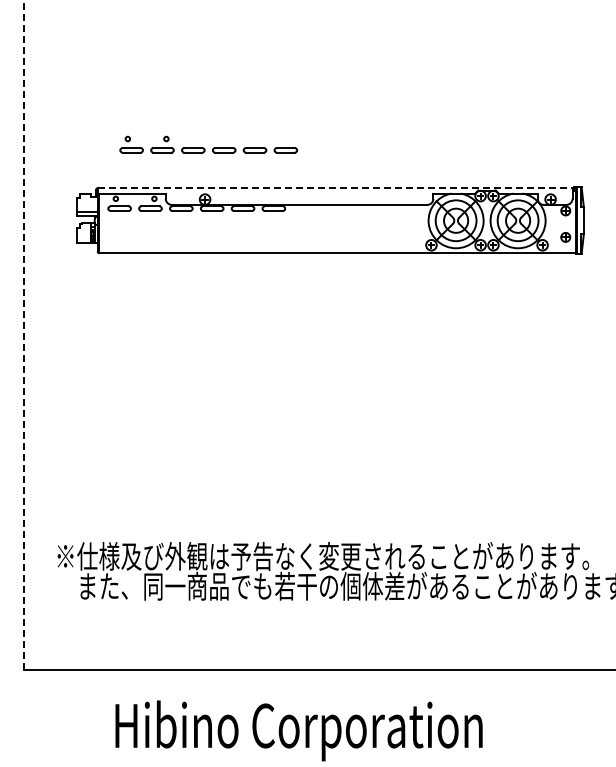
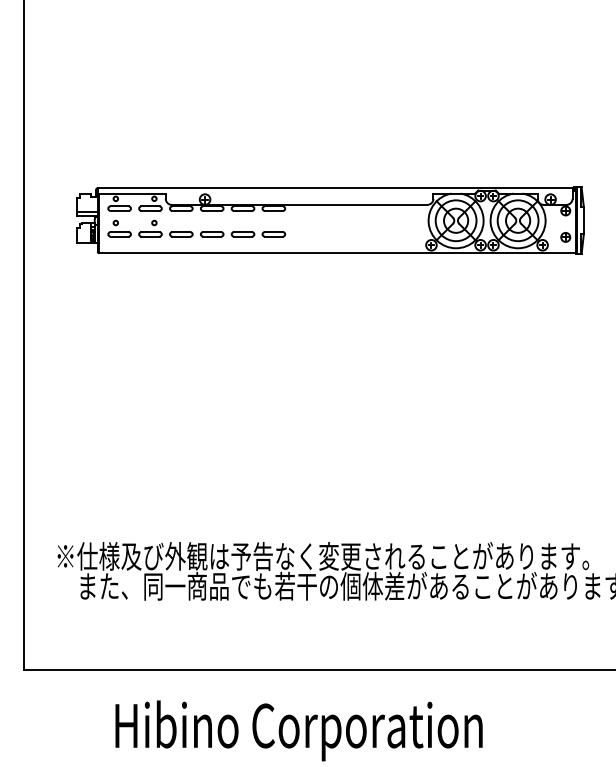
part at (208, 144) position: (208, 144) -> (196, 228)
line at (335, 188): dashed -> solid
line at (24, 335): dashed -> solid
